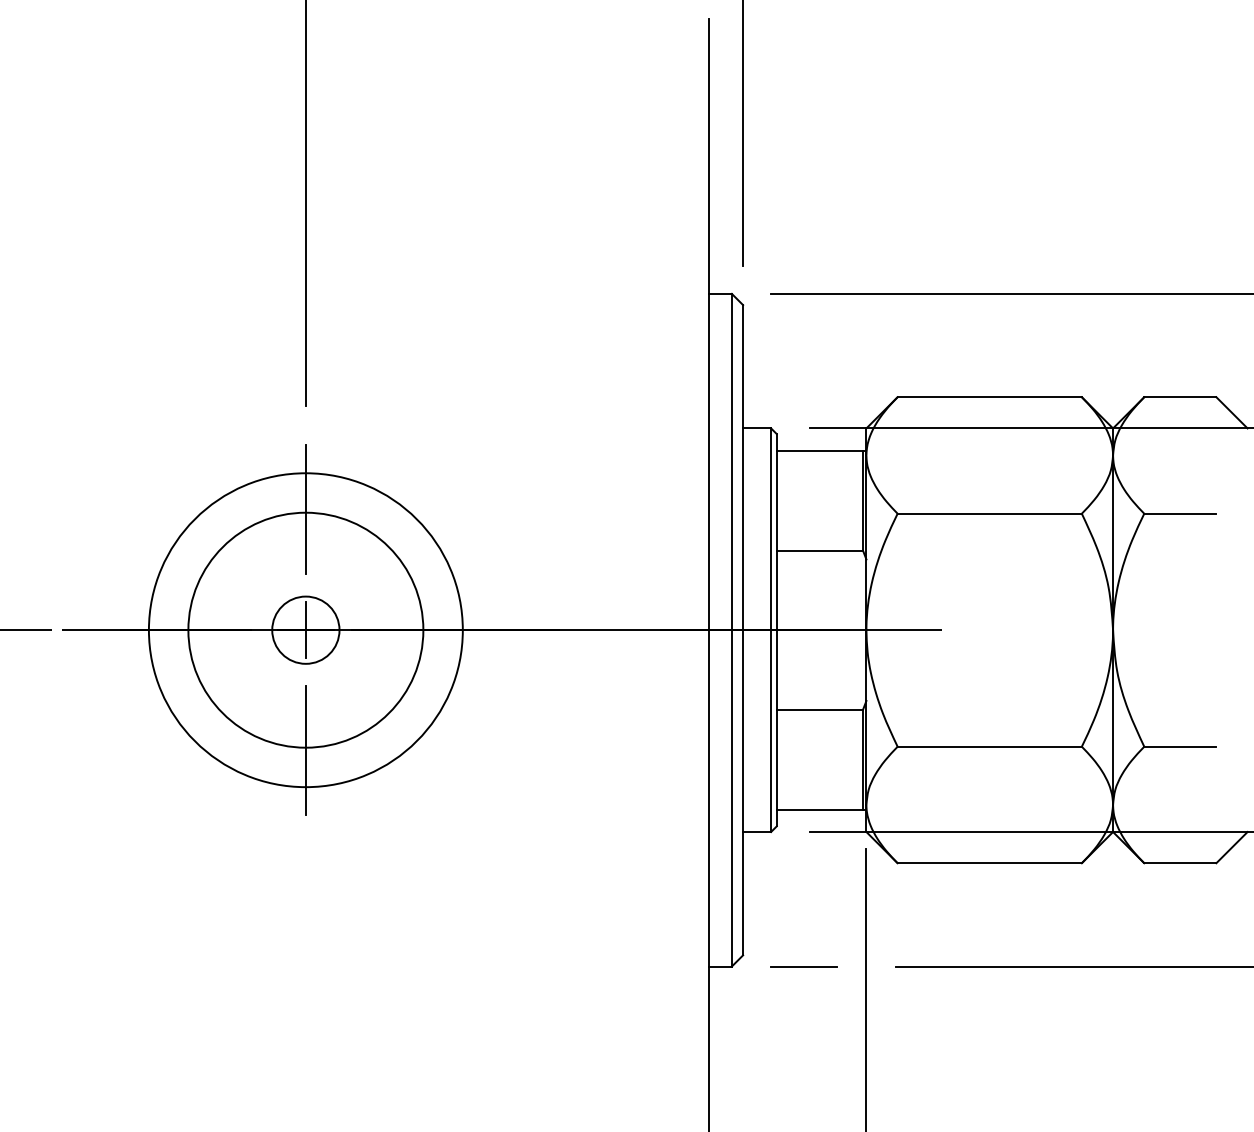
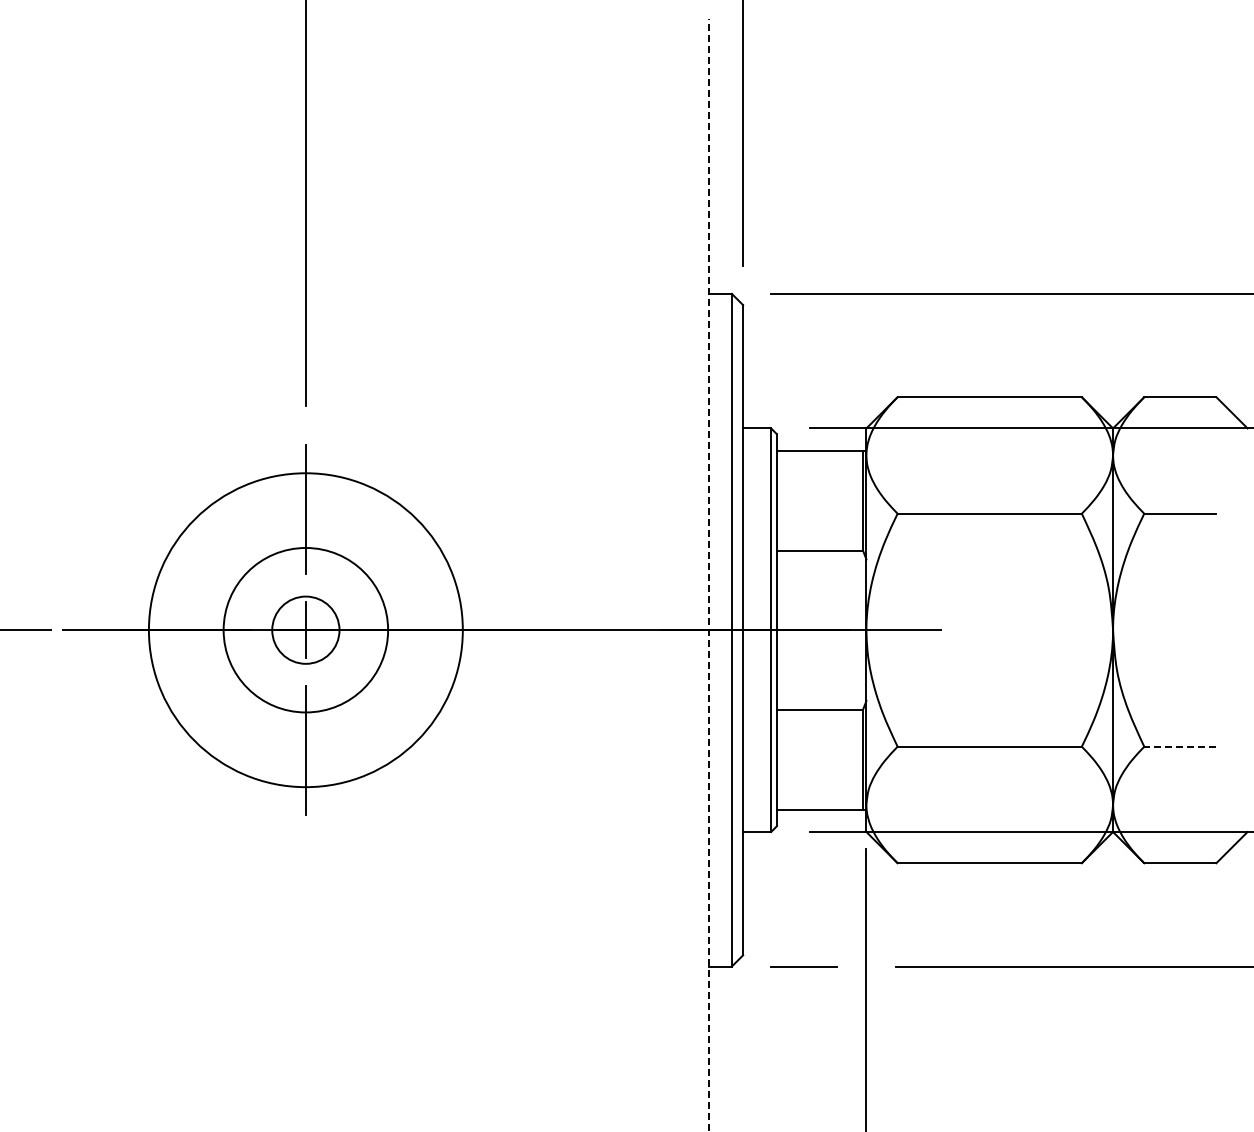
line at (709, 575): solid -> dashed
circle at (305, 629) diameter: 235 px -> 164 px
line at (1179, 746): solid -> dashed
